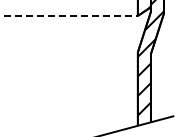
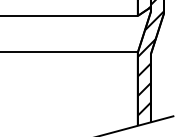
line at (68, 15): dashed -> solid
line at (69, 52): none -> present
